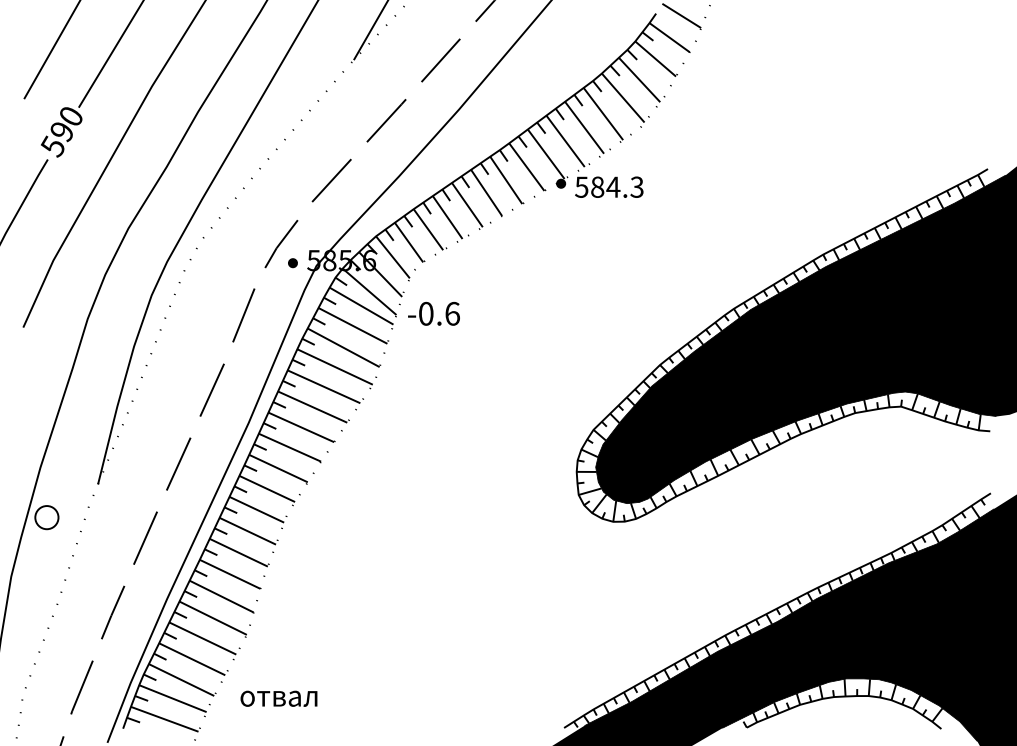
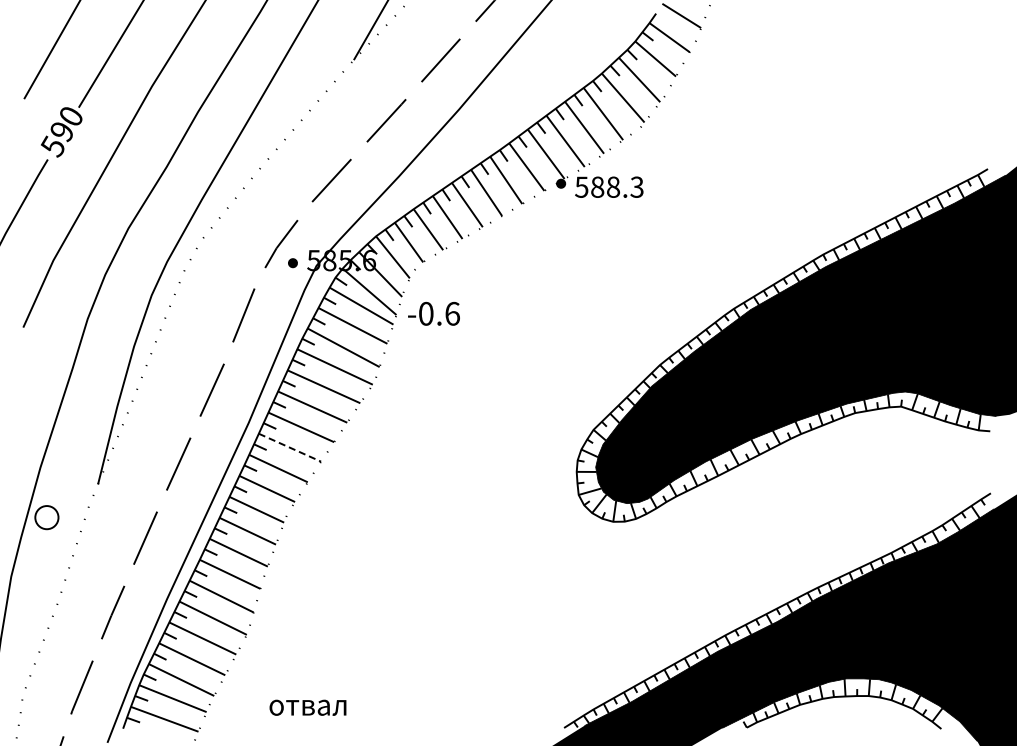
text at (613, 186): 584.3 -> 588.3
line at (290, 447): solid -> dashed
text at (278, 698) position: (278, 698) -> (307, 707)
